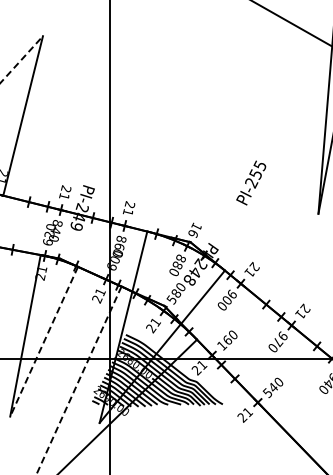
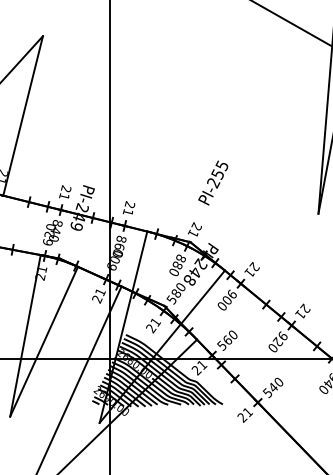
line at (21, 59): dashed -> solid
text at (251, 182) position: (251, 182) -> (213, 182)
text at (194, 229): 16 -> 21
line at (43, 342): dashed -> solid
text at (277, 342): 970 -> 920
text at (222, 345): 160 -> 560
line at (78, 381): dashed -> solid
